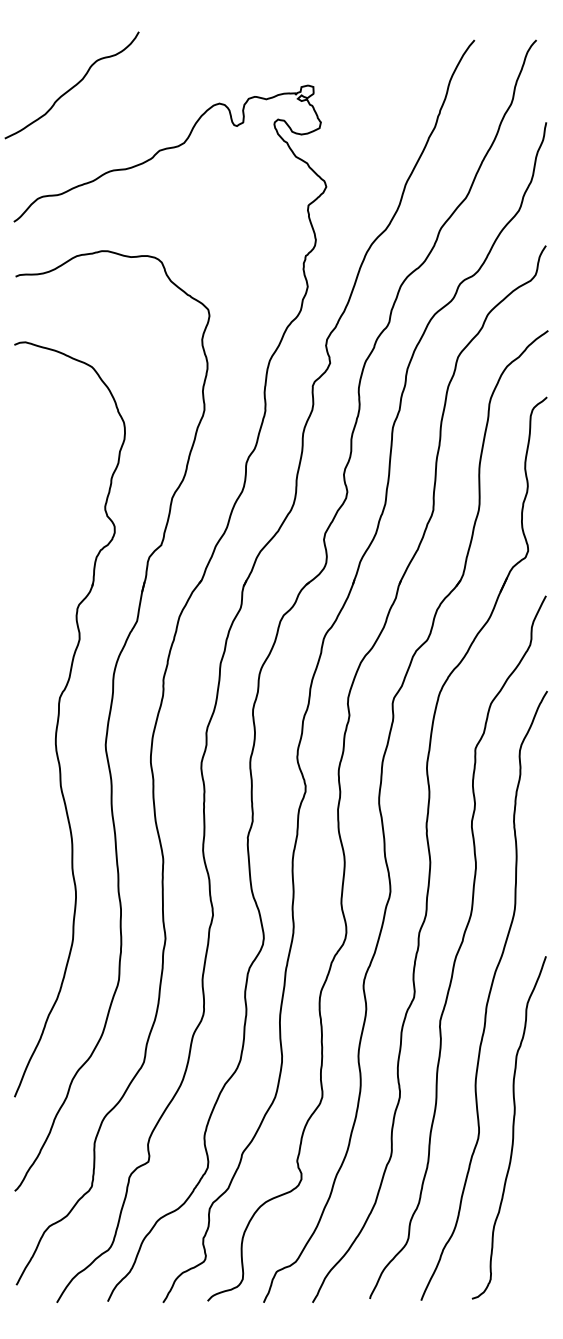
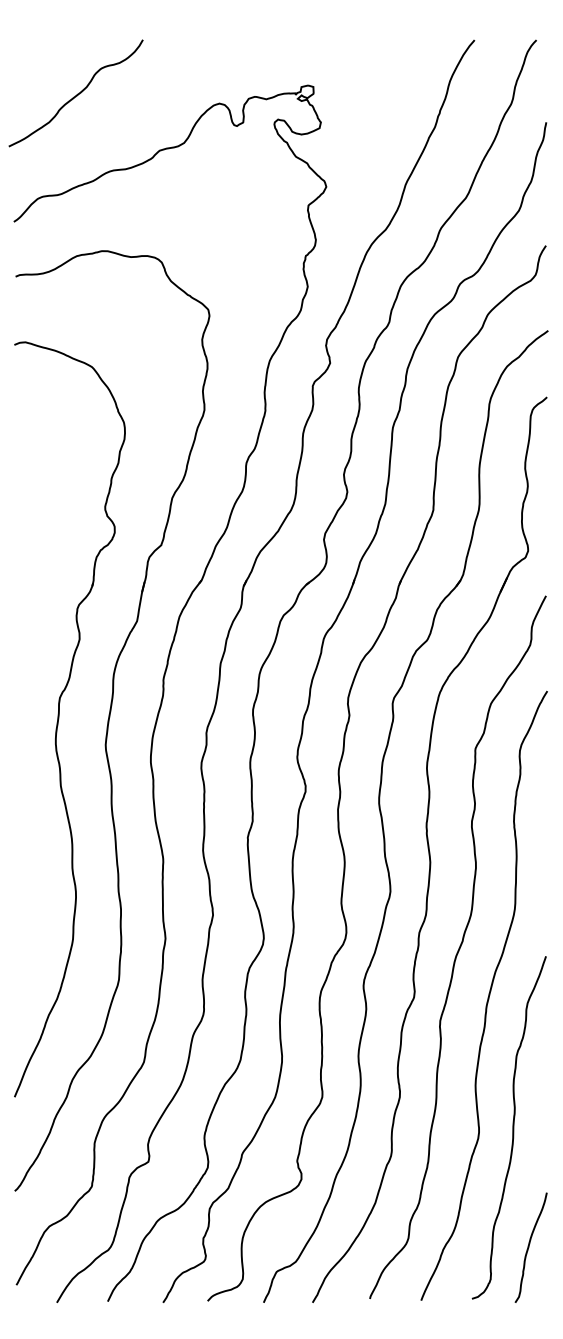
curve at (72, 86) position: (72, 86) -> (76, 94)
curve at (529, 1247): none -> present
